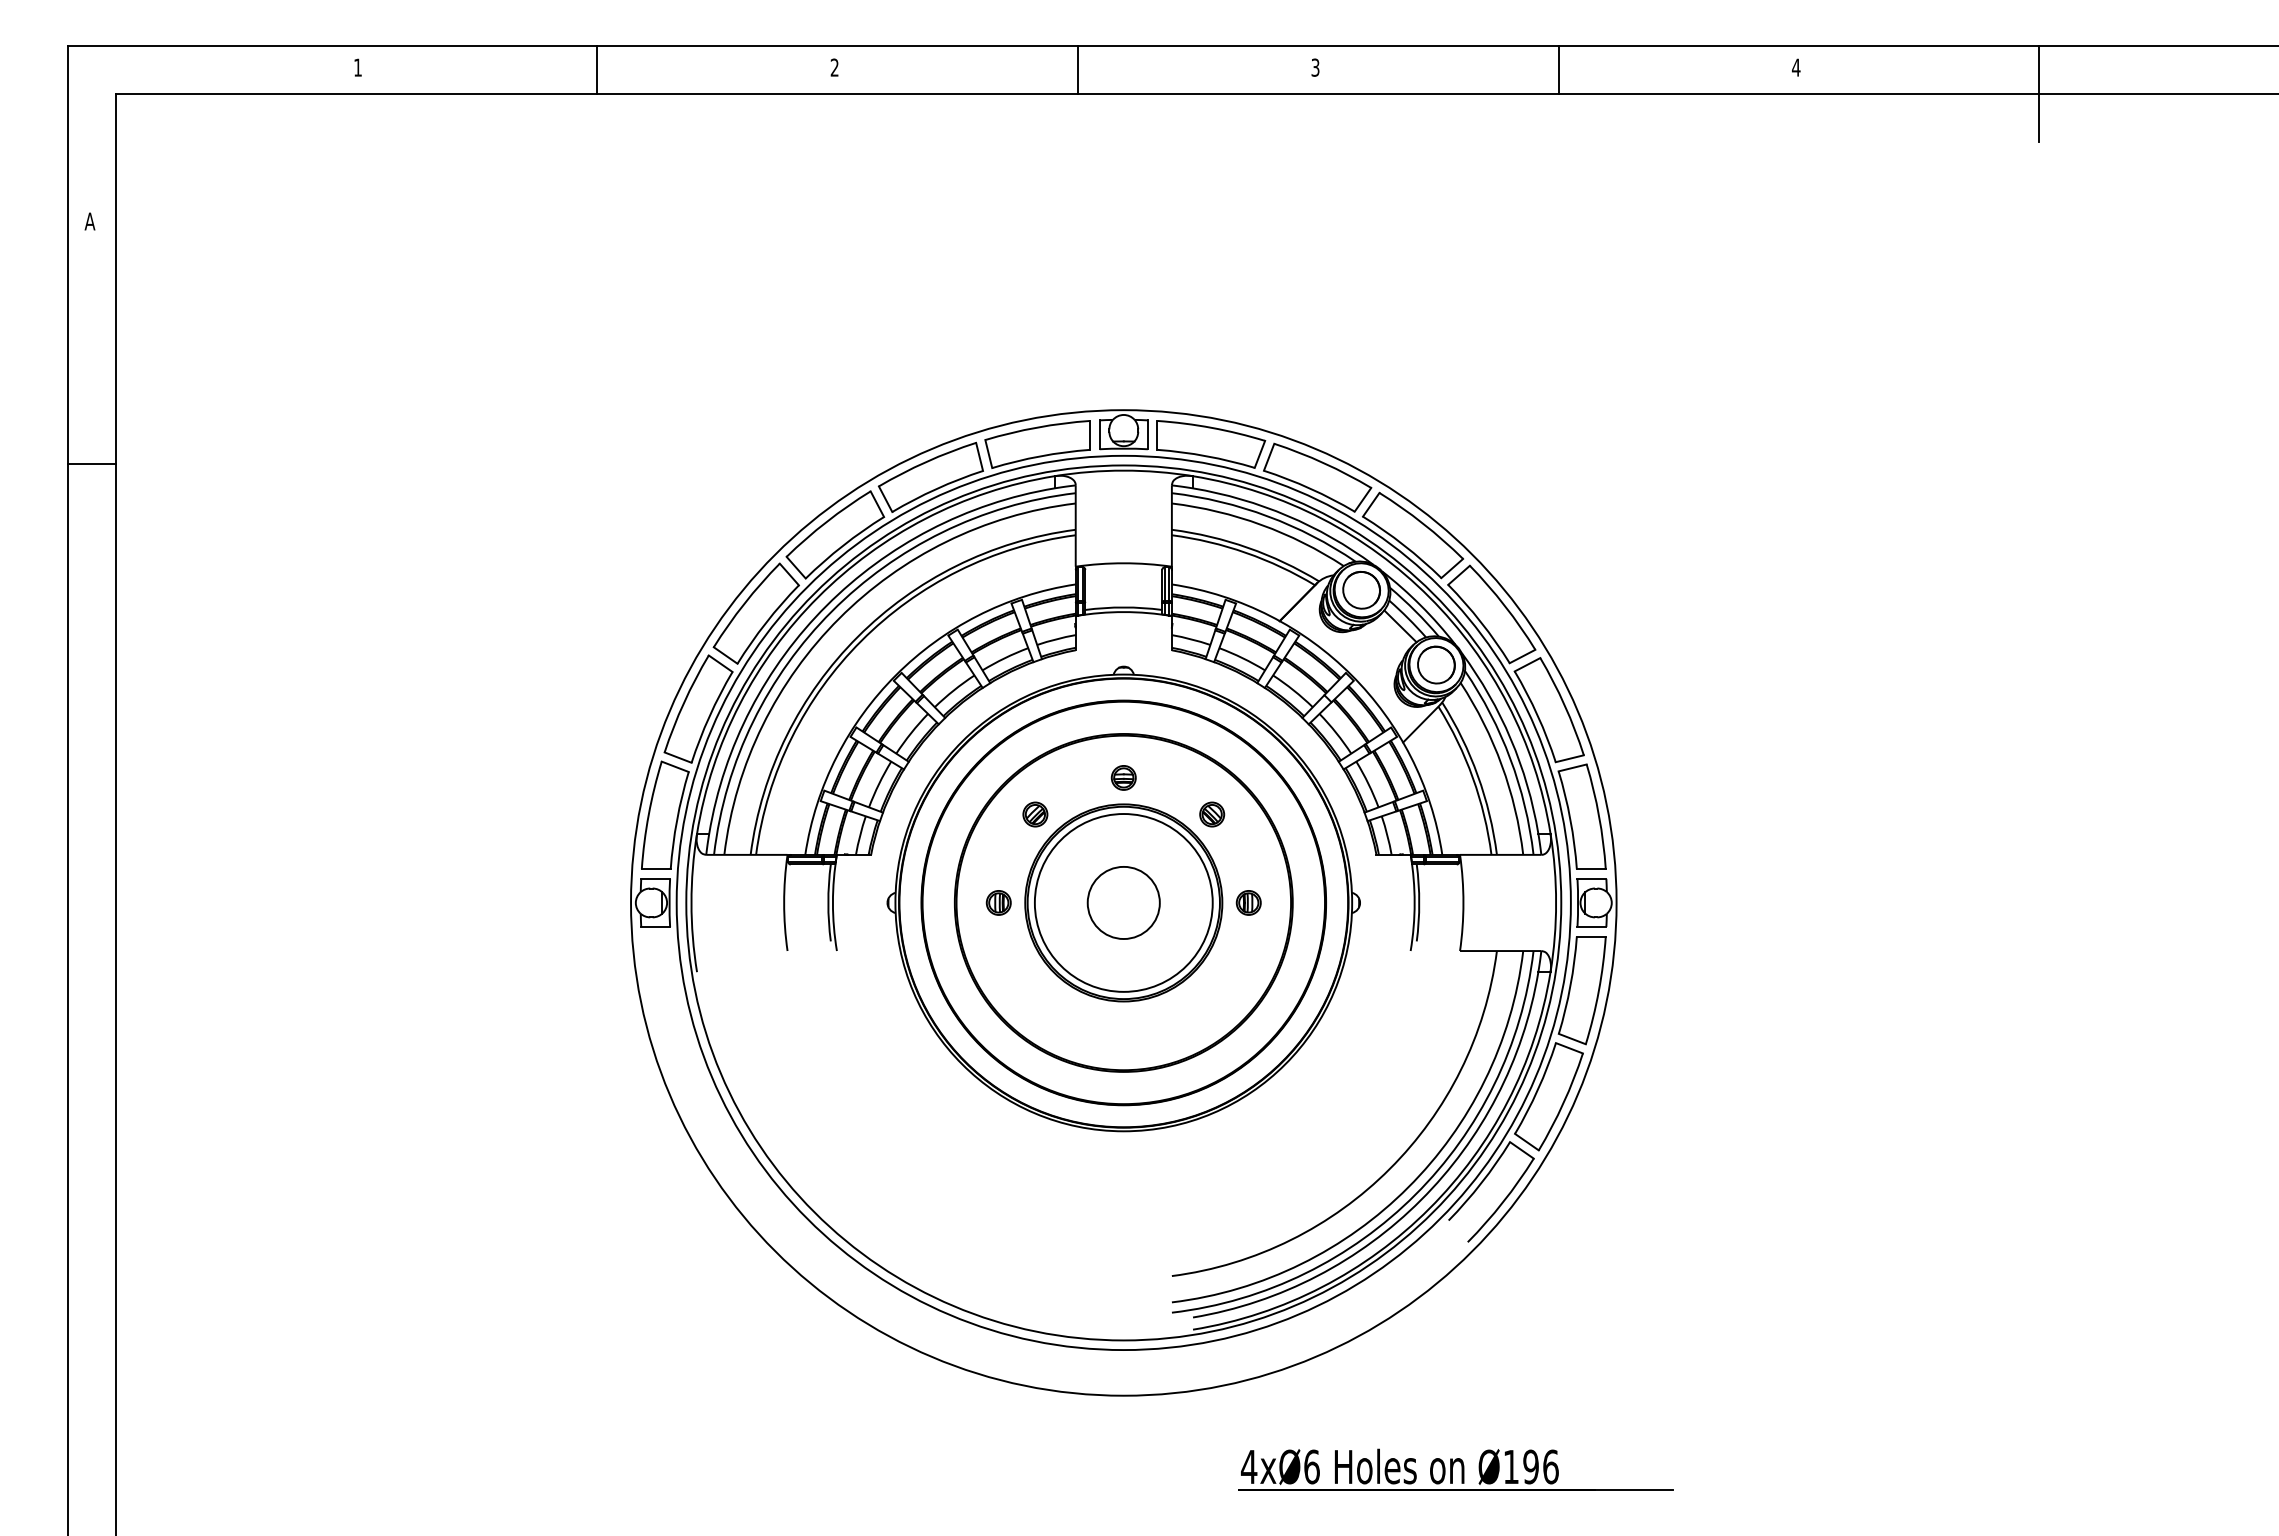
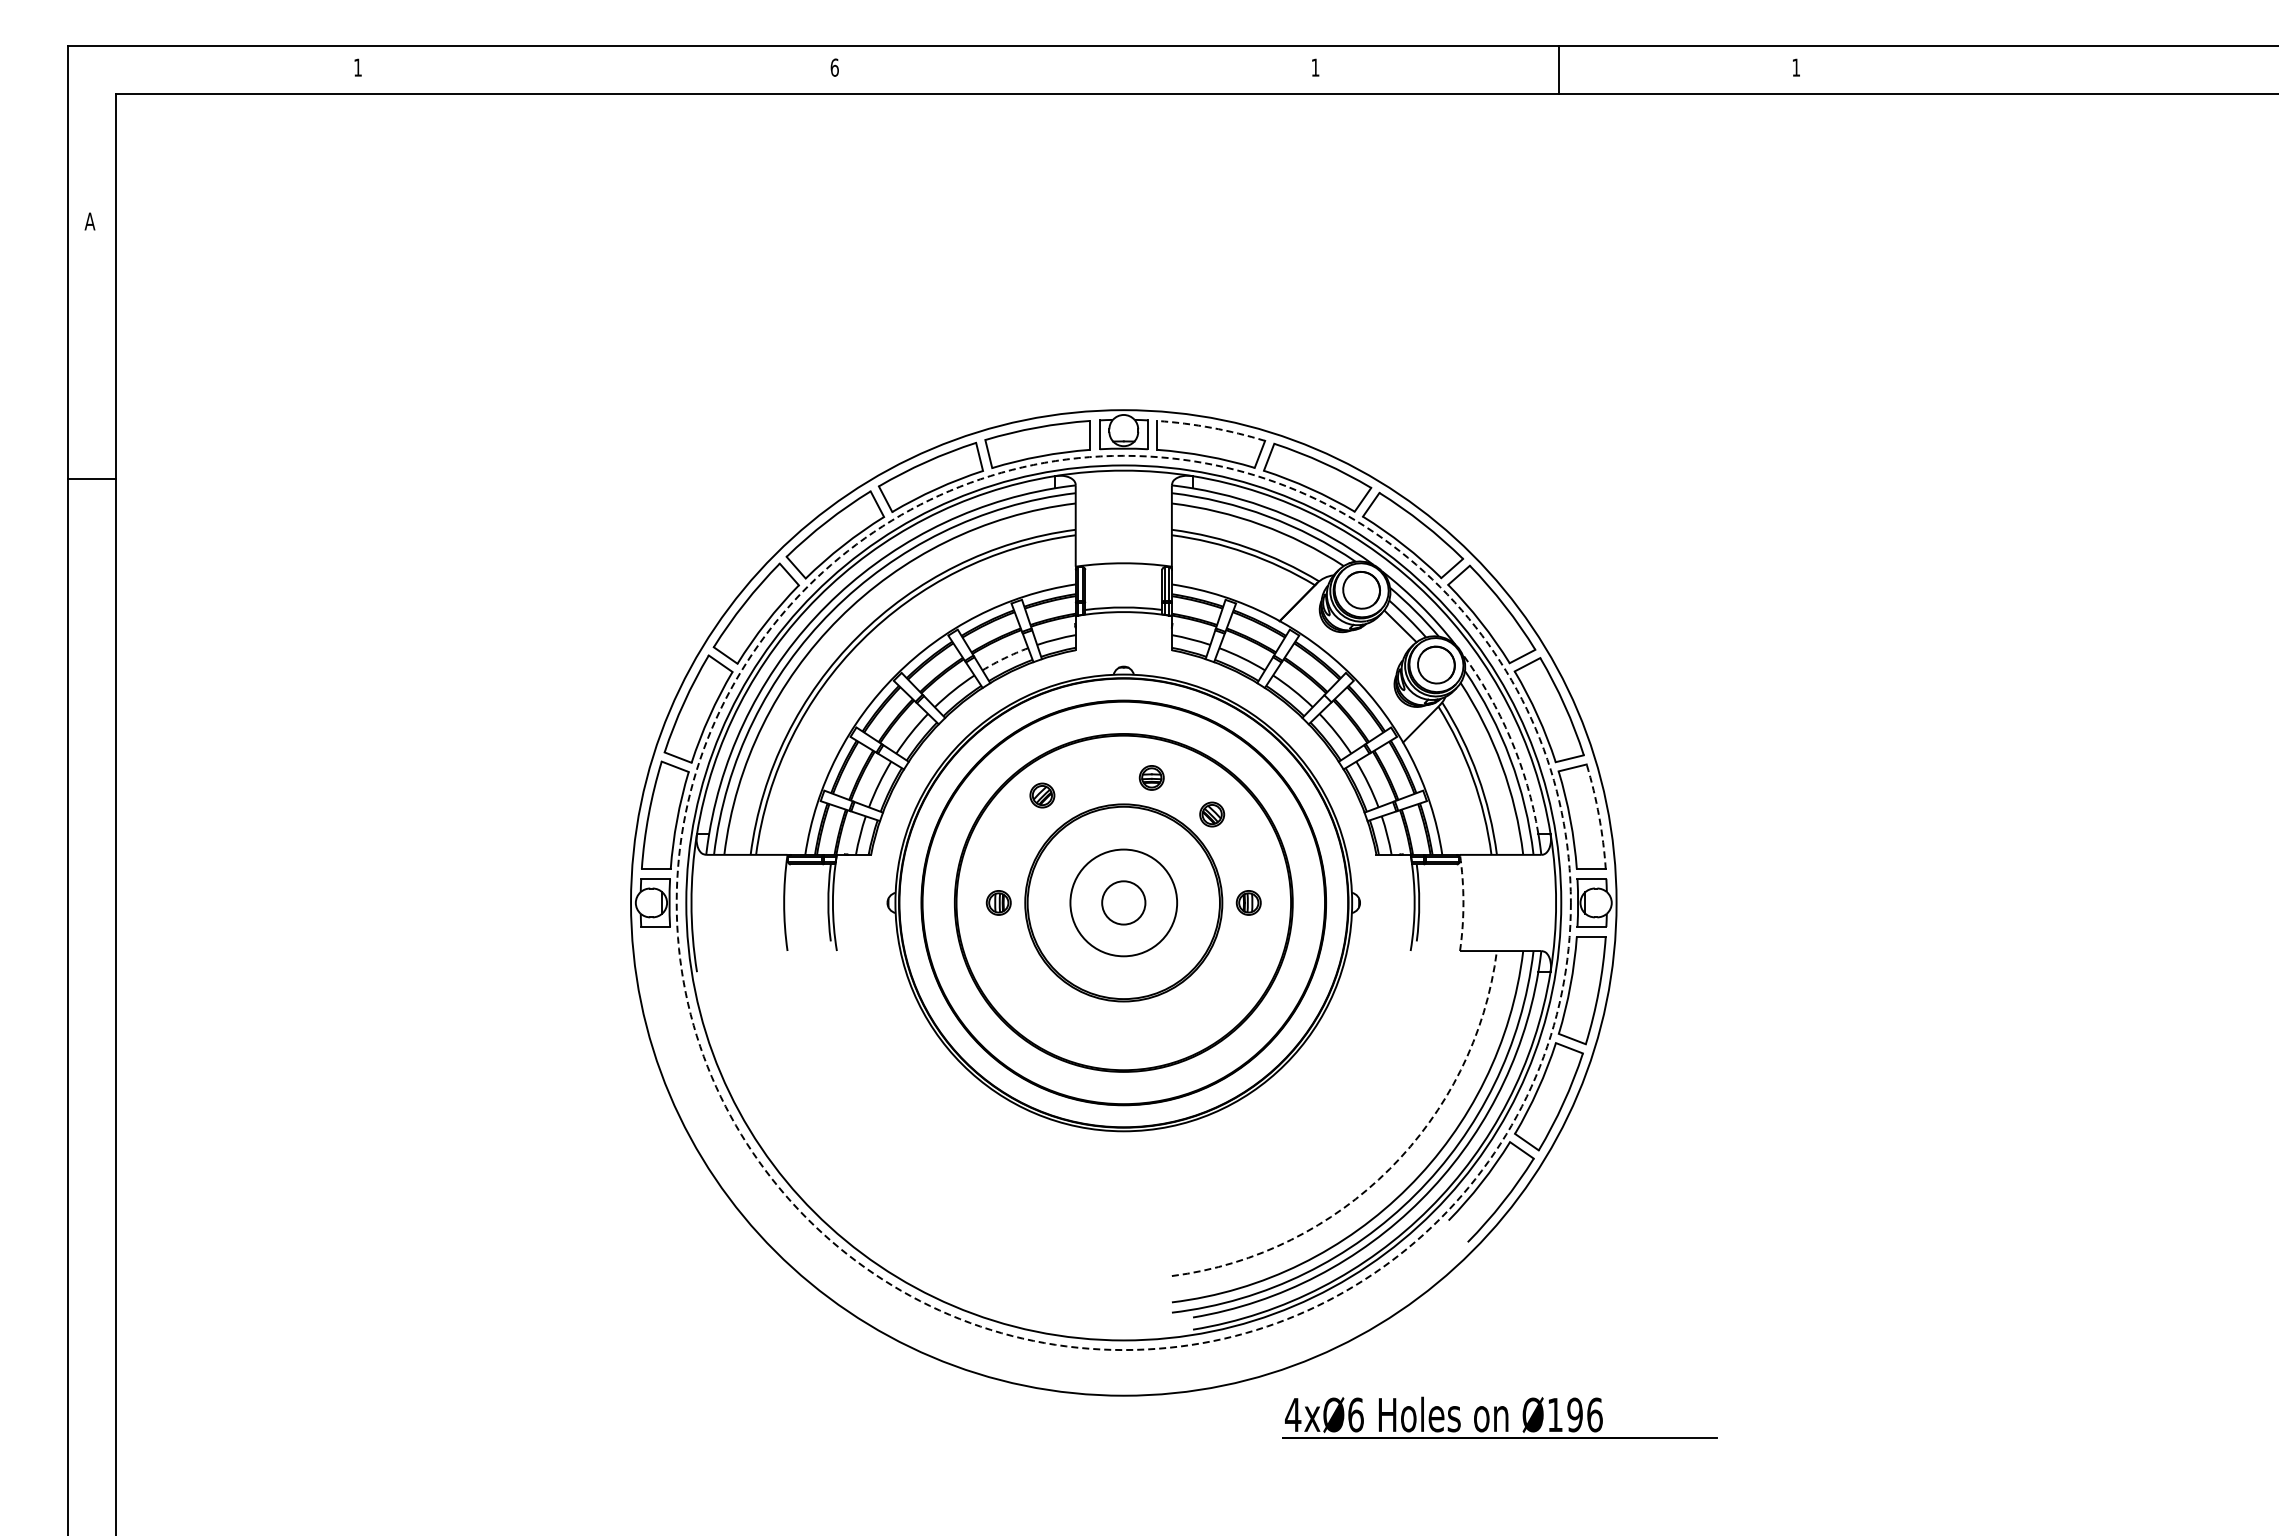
text at (834, 67): 2 -> 6
text at (1315, 67): 3 -> 1
text at (1795, 67): 4 -> 1
line at (597, 70): present -> none
line at (1077, 70): present -> none
line at (2039, 94): present -> none
arc at (1211, 427): solid -> dashed
line at (92, 464) position: (92, 464) -> (92, 479)
arc at (1004, 658): solid -> dashed
arc at (1510, 739): solid -> dashed
part at (1123, 777) position: (1123, 777) -> (1151, 777)
part at (1035, 814) position: (1035, 814) -> (1042, 795)
arc at (1599, 816): solid -> dashed
circle at (1123, 902) diameter: 178 px -> 107 px
circle at (1123, 902) diameter: 72 px -> 43 px
circle at (1123, 902): solid -> dashed
arc at (1463, 902): solid -> dashed
arc at (1389, 1168): solid -> dashed
part at (1455, 1469) position: (1455, 1469) -> (1499, 1417)
